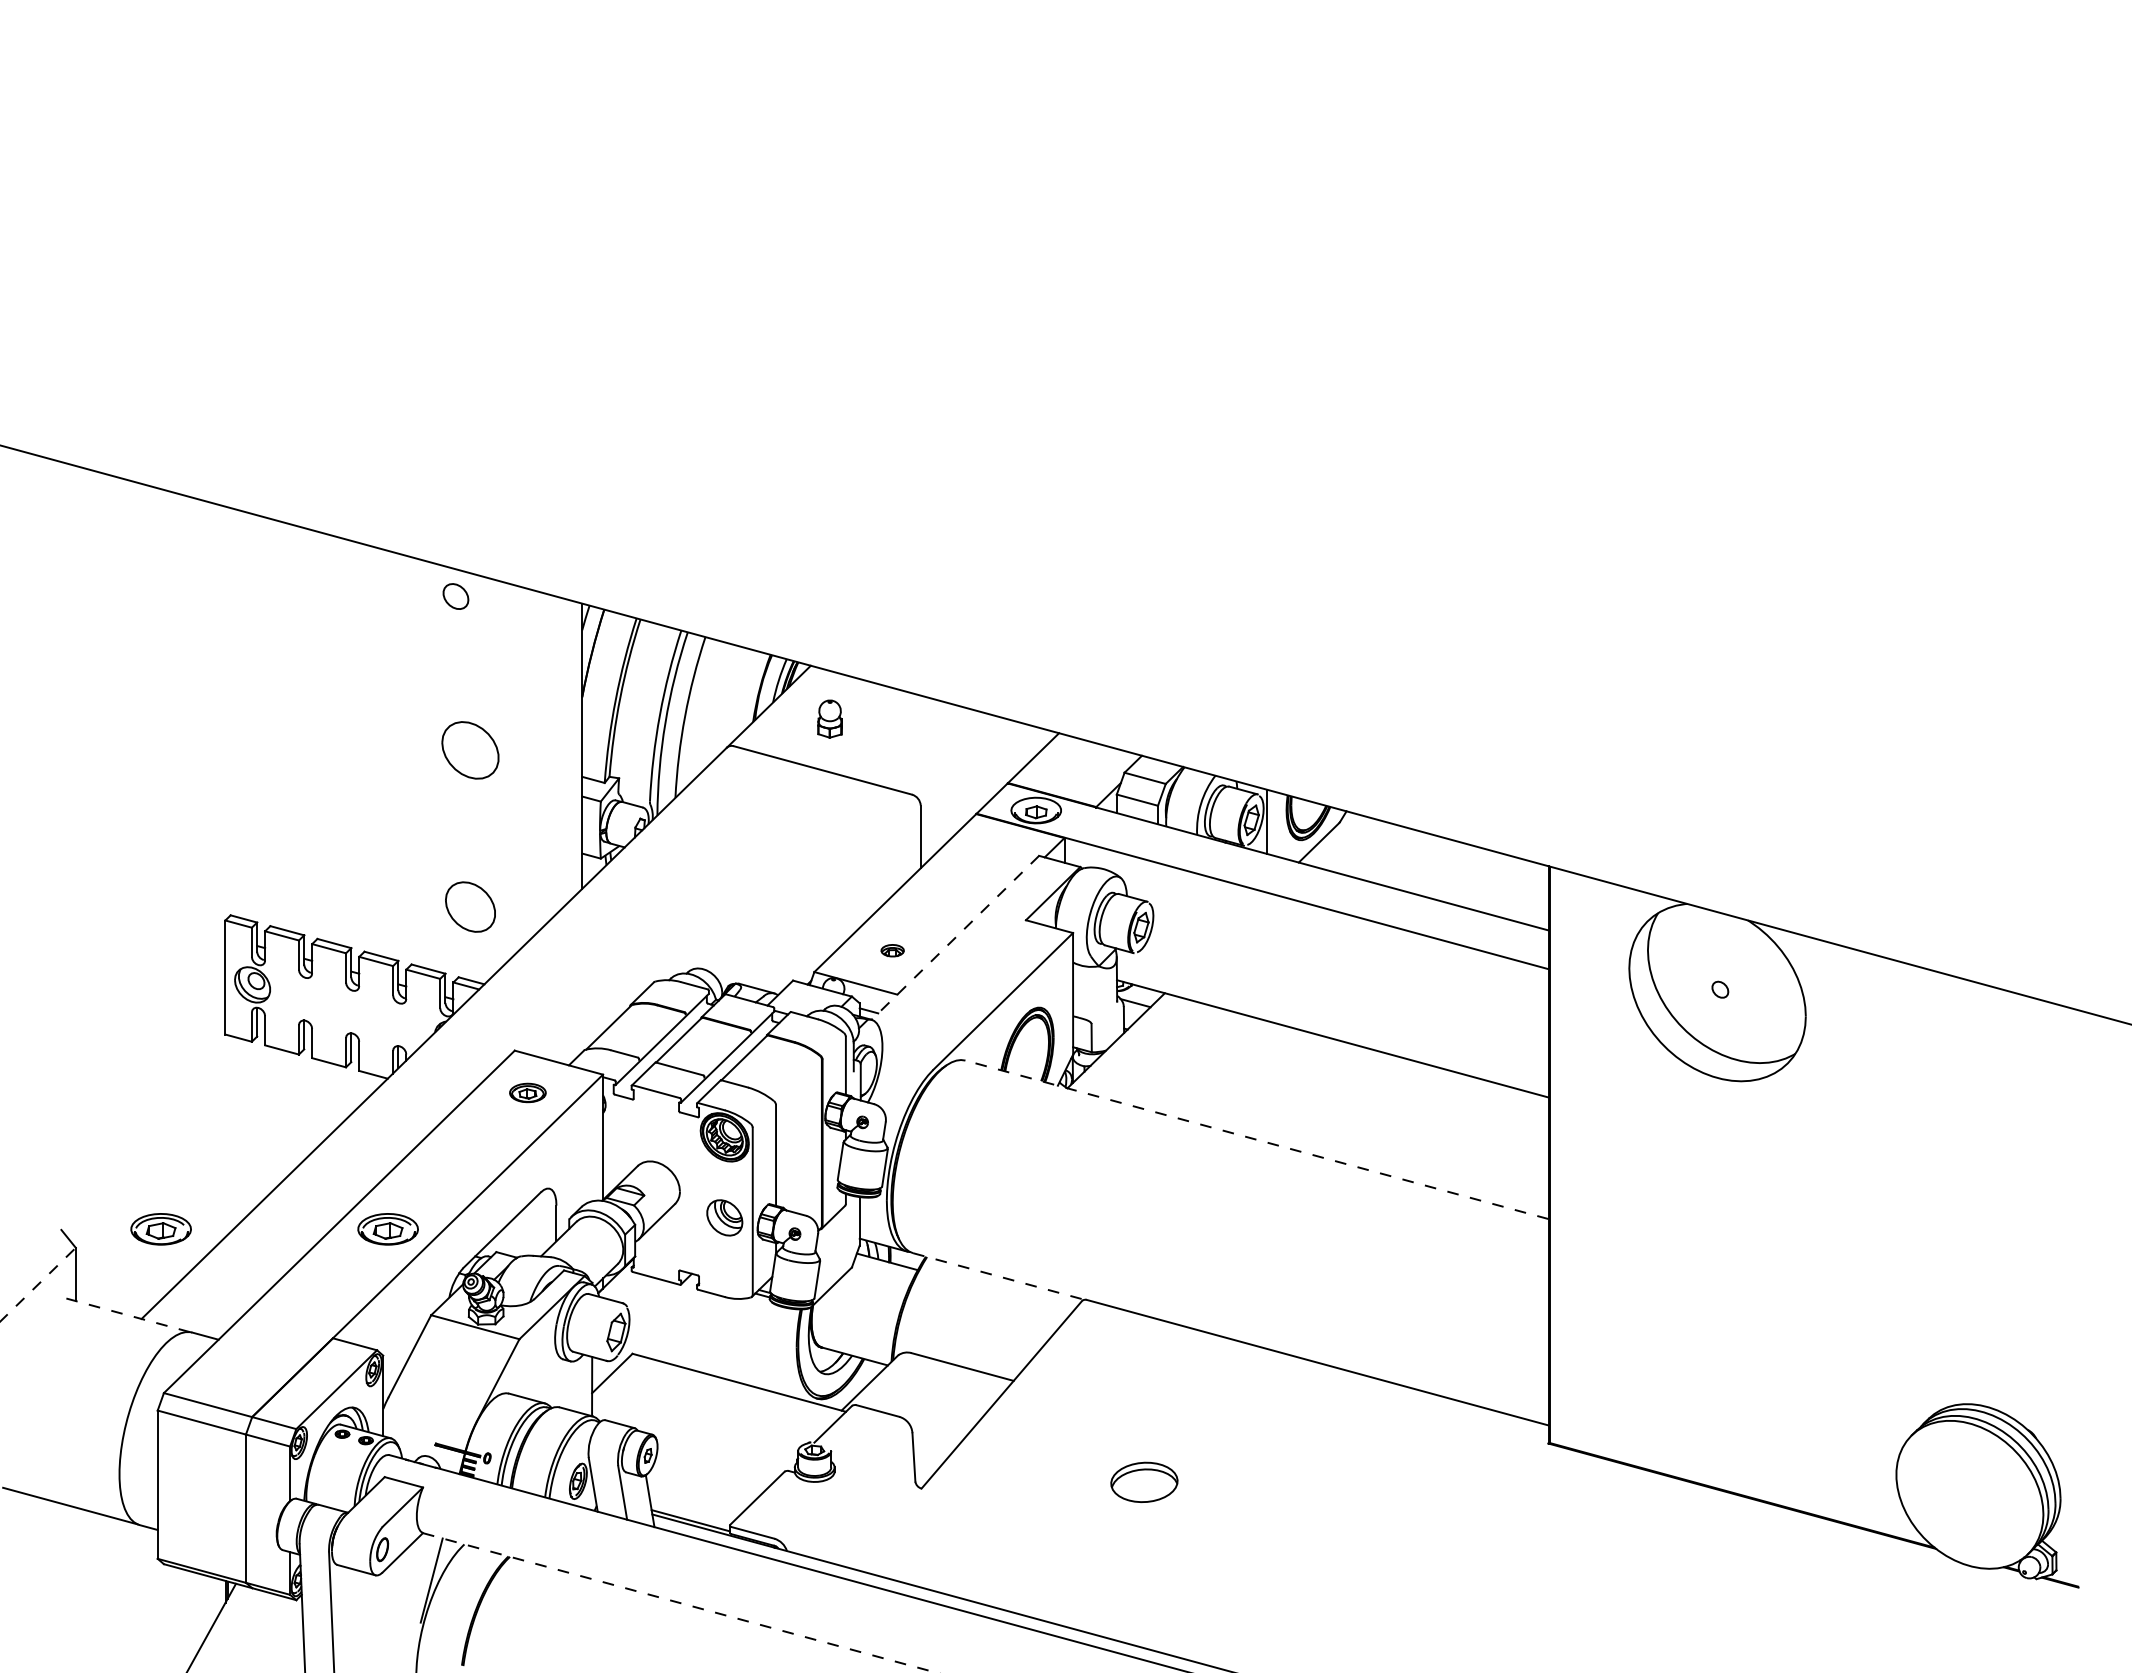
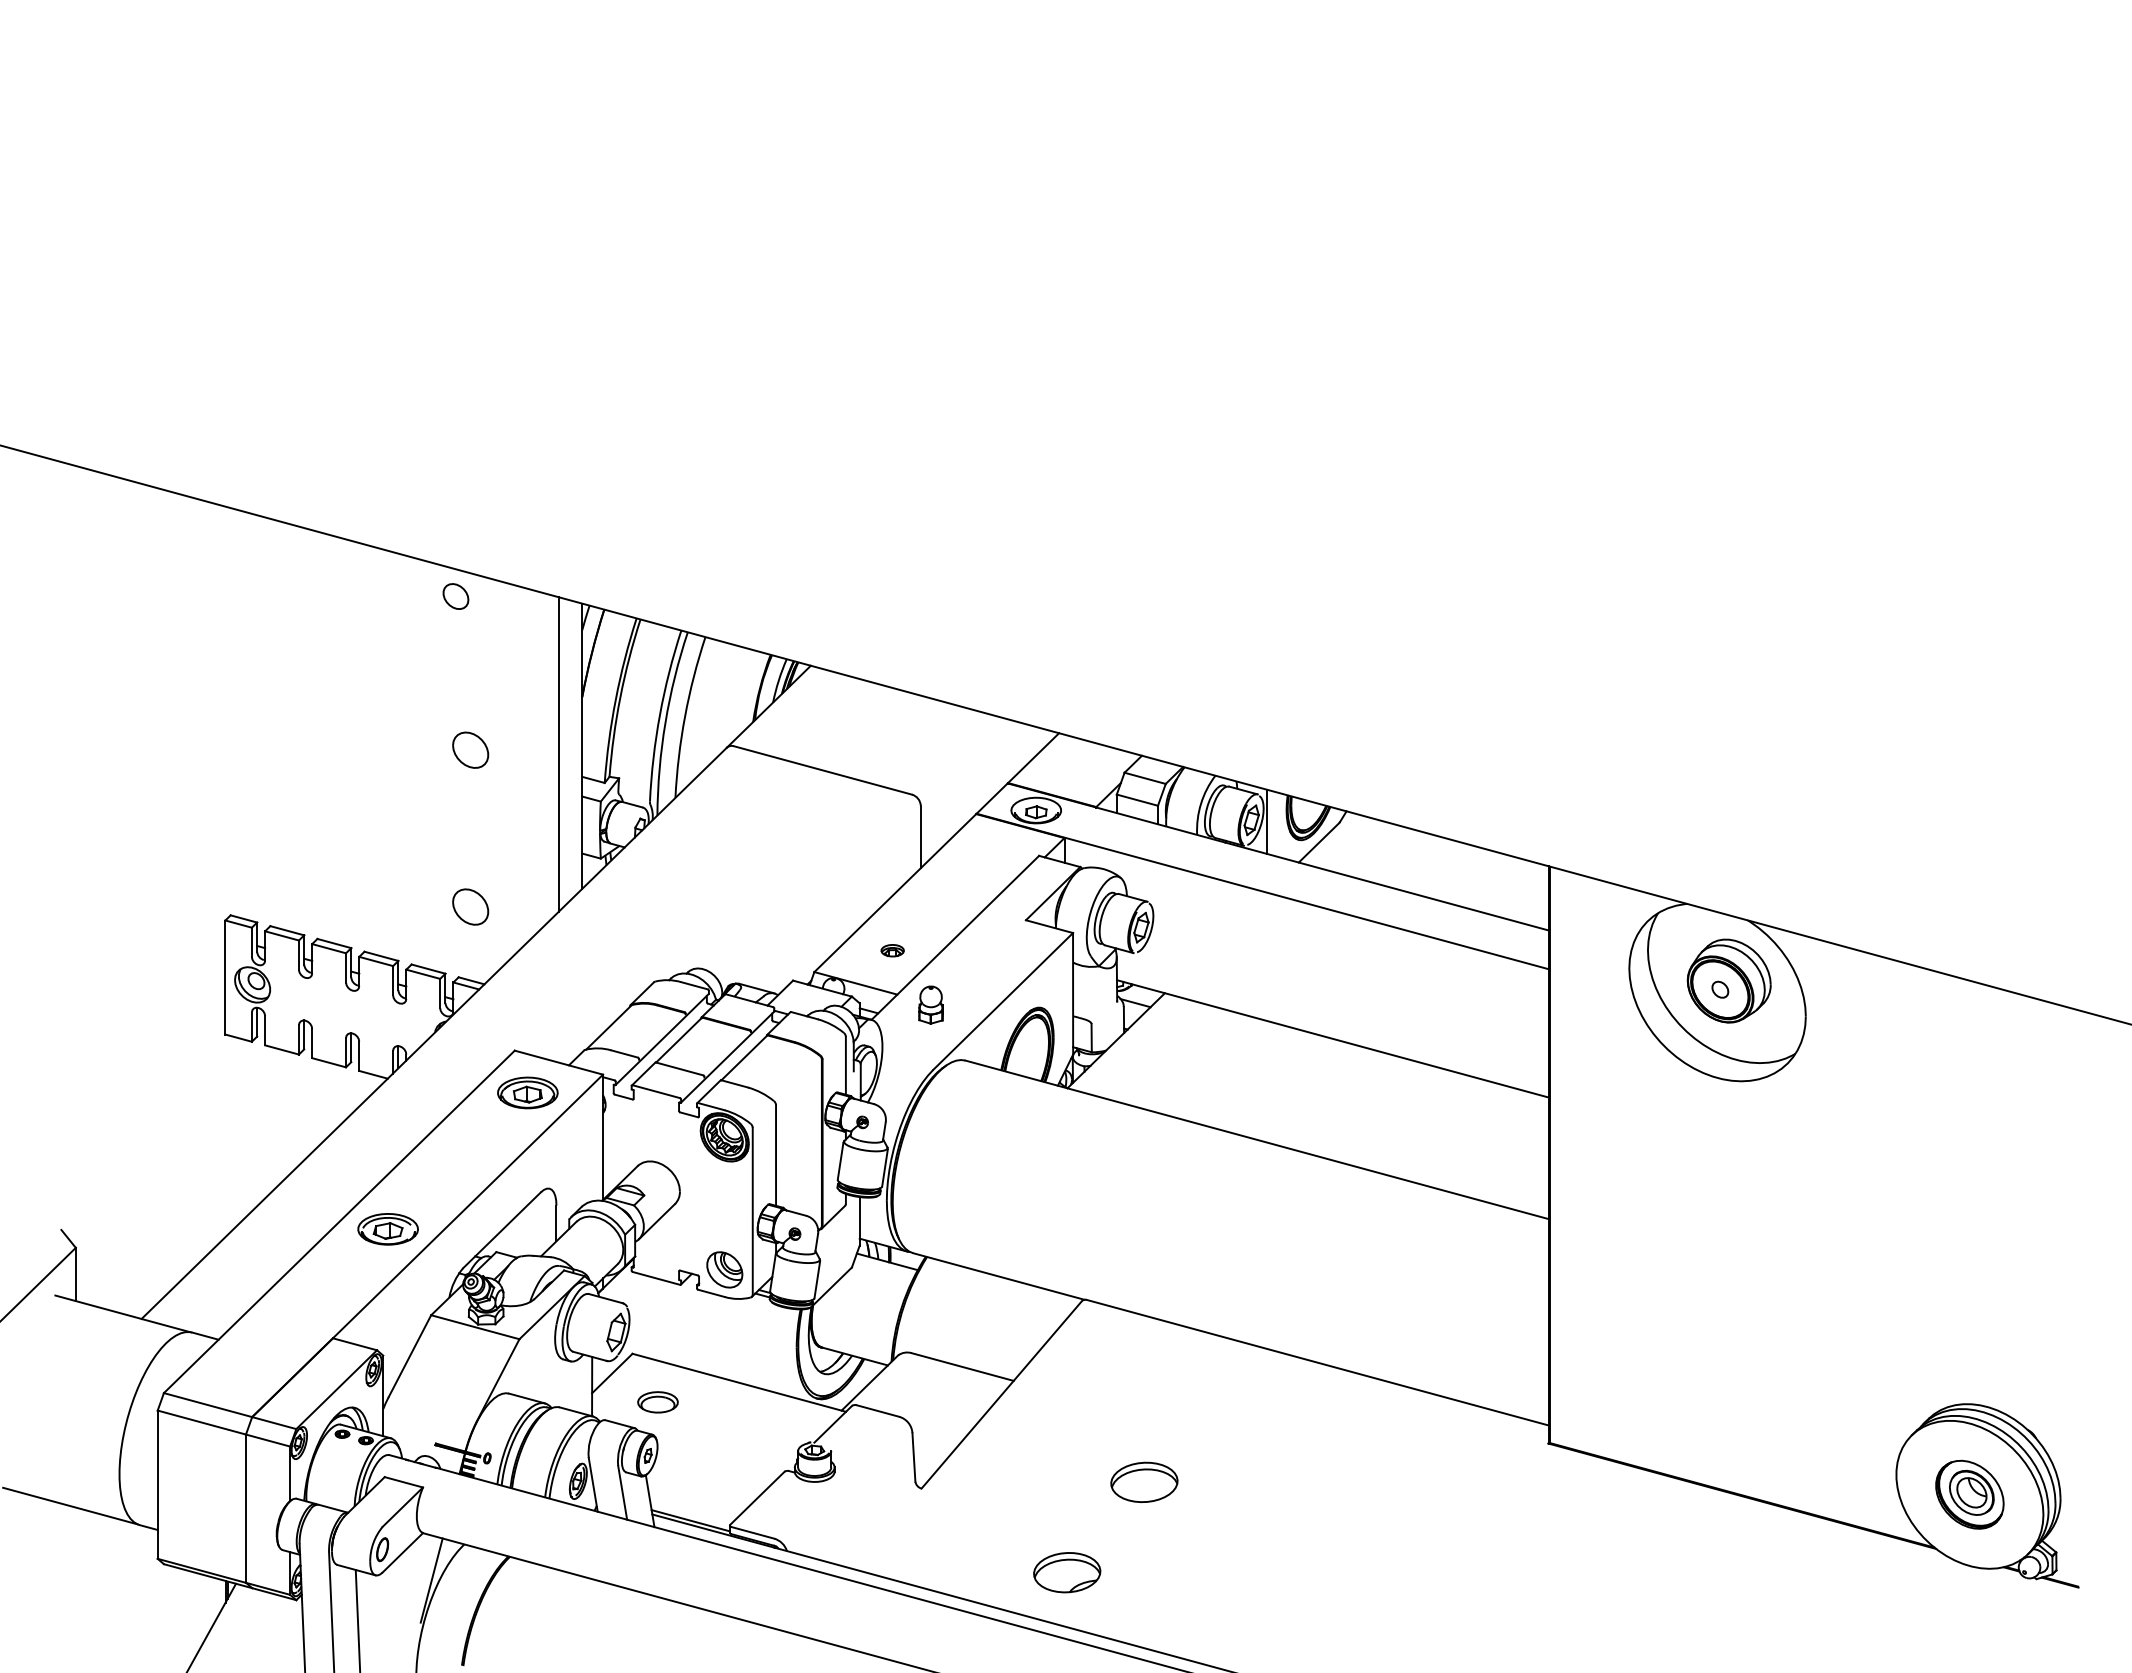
part at (829, 718) position: (829, 718) -> (930, 1004)
part at (470, 750) size: 59x59 px -> 38x38 px
line at (558, 754): none -> present
part at (470, 906) size: 51x52 px -> 38x38 px
line at (955, 938): dashed -> solid
part at (1728, 980): none -> present
part at (527, 1092) size: 38x22 px -> 62x34 px
line at (1256, 1139): dashed -> solid
part at (724, 1217) position: (724, 1217) -> (724, 1269)
part at (160, 1229): present -> none
line at (998, 1276): dashed -> solid
line at (38, 1284): dashed -> solid
line at (122, 1313): dashed -> solid
part at (657, 1402): none -> present
part at (1969, 1494): none -> present
part at (1067, 1572): none -> present
line at (680, 1603): dashed -> solid
line at (357, 1619): none -> present
